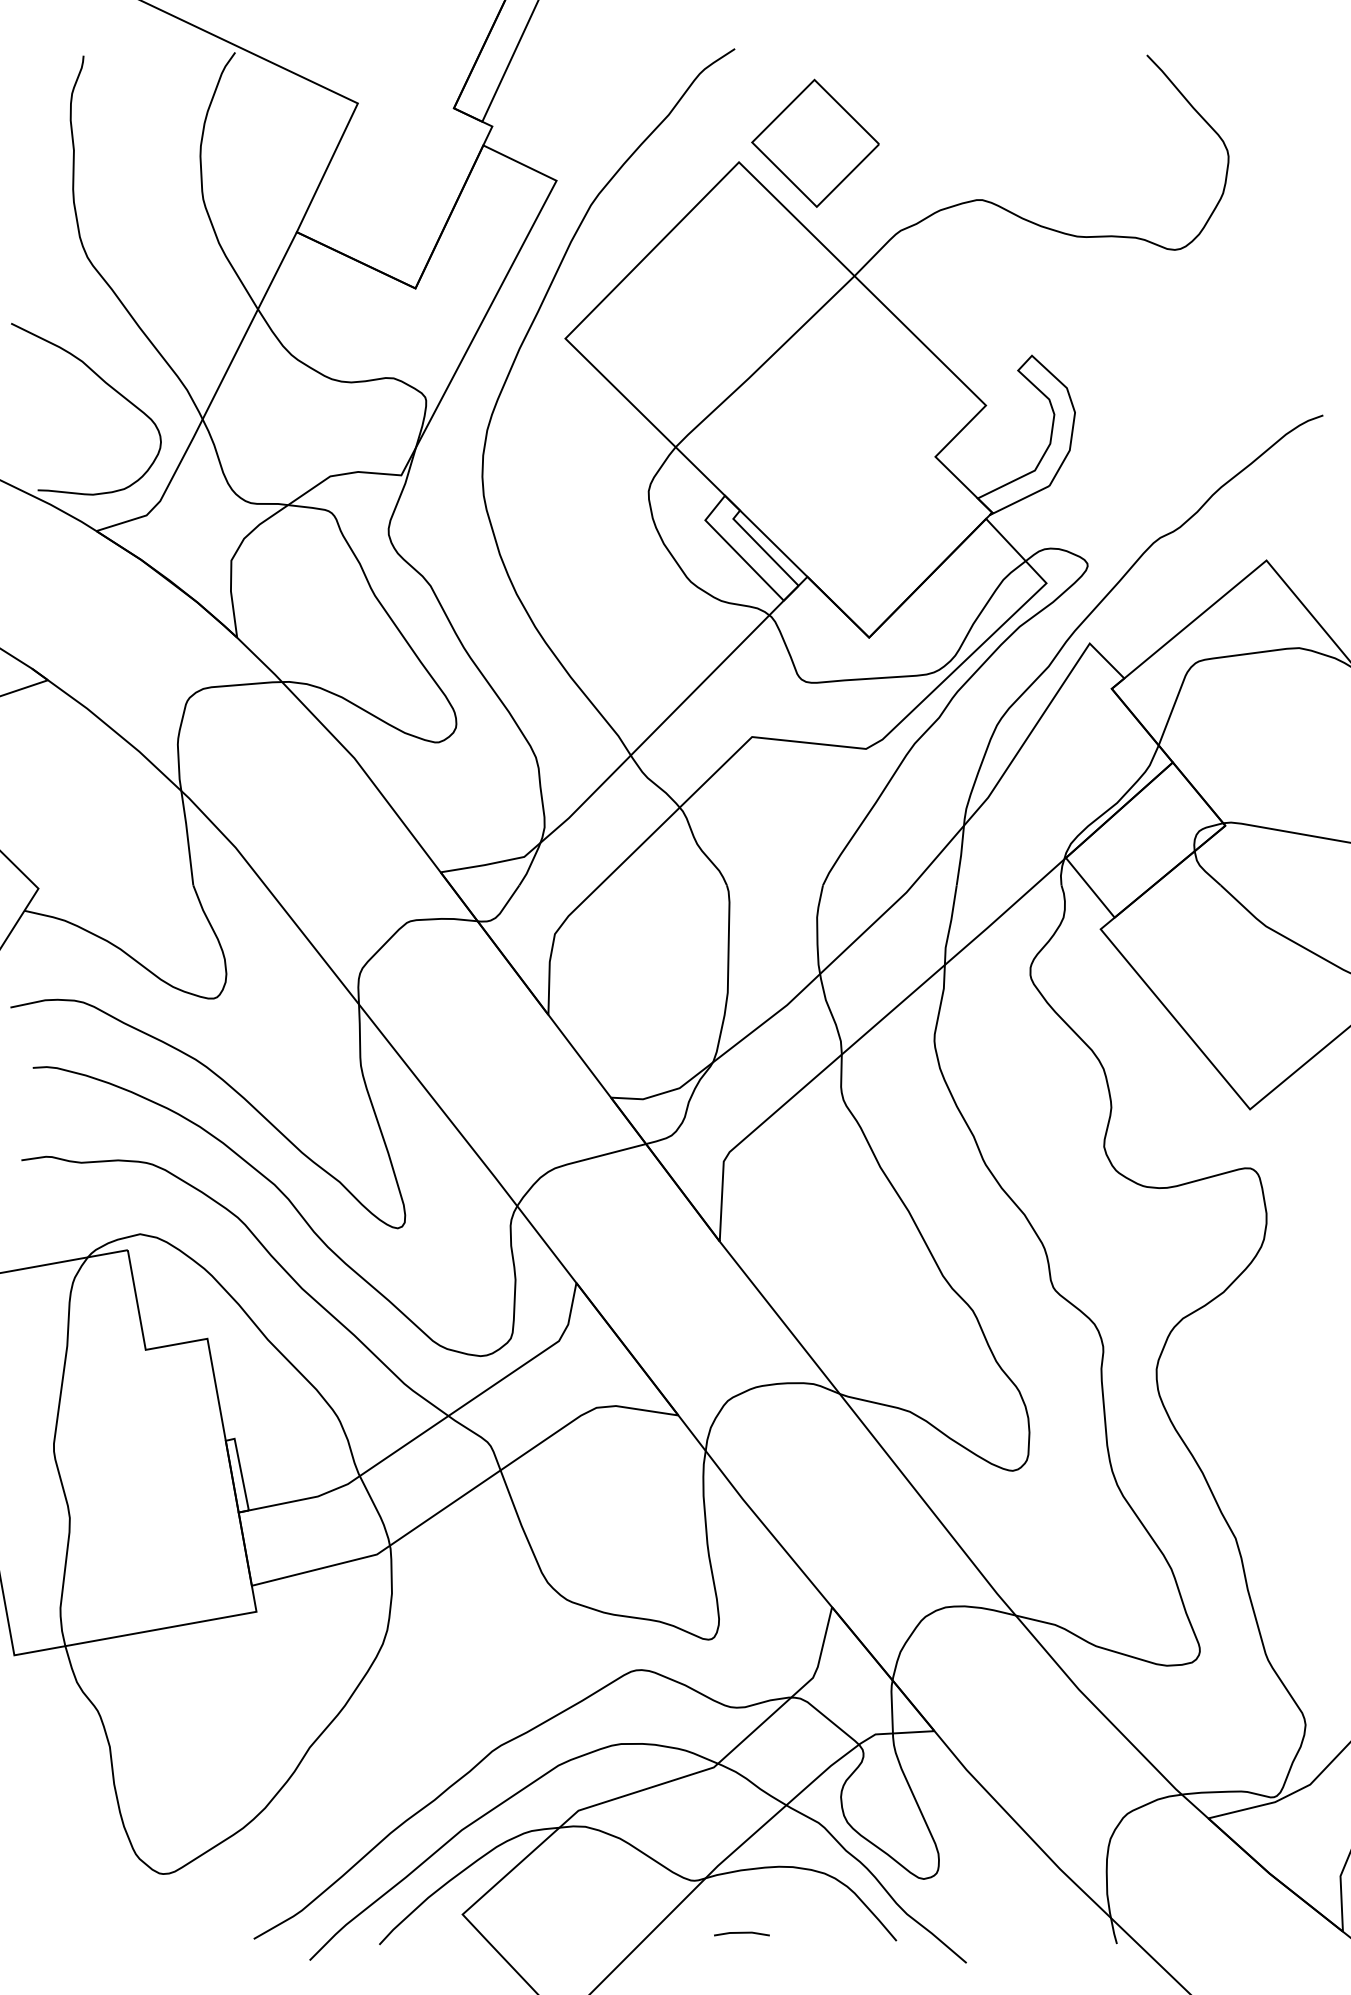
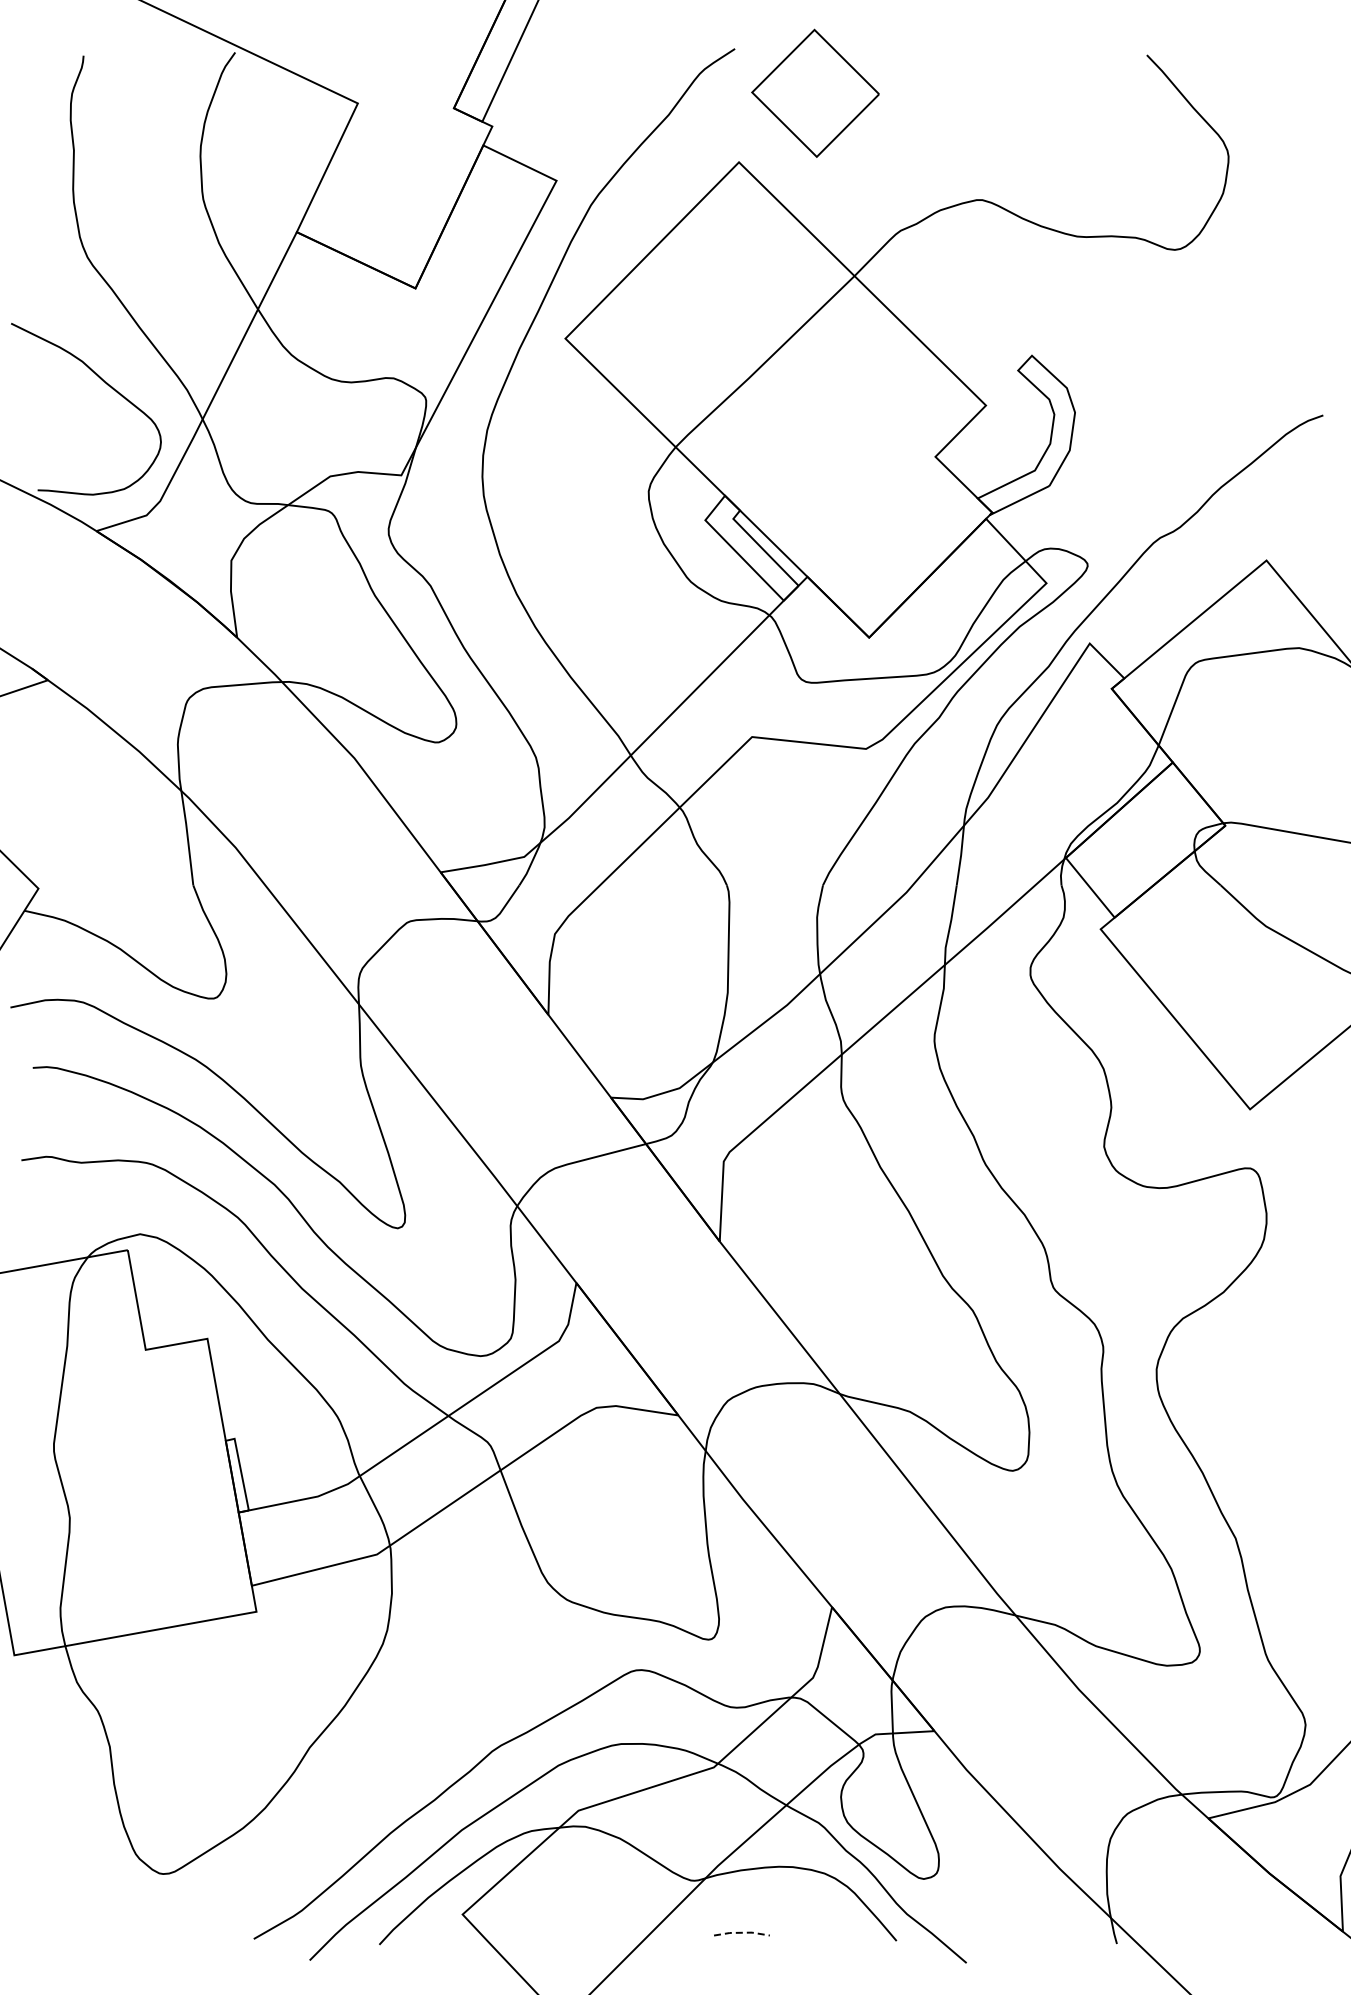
part at (815, 142) position: (815, 142) -> (815, 92)
line at (742, 1932): solid -> dashed
